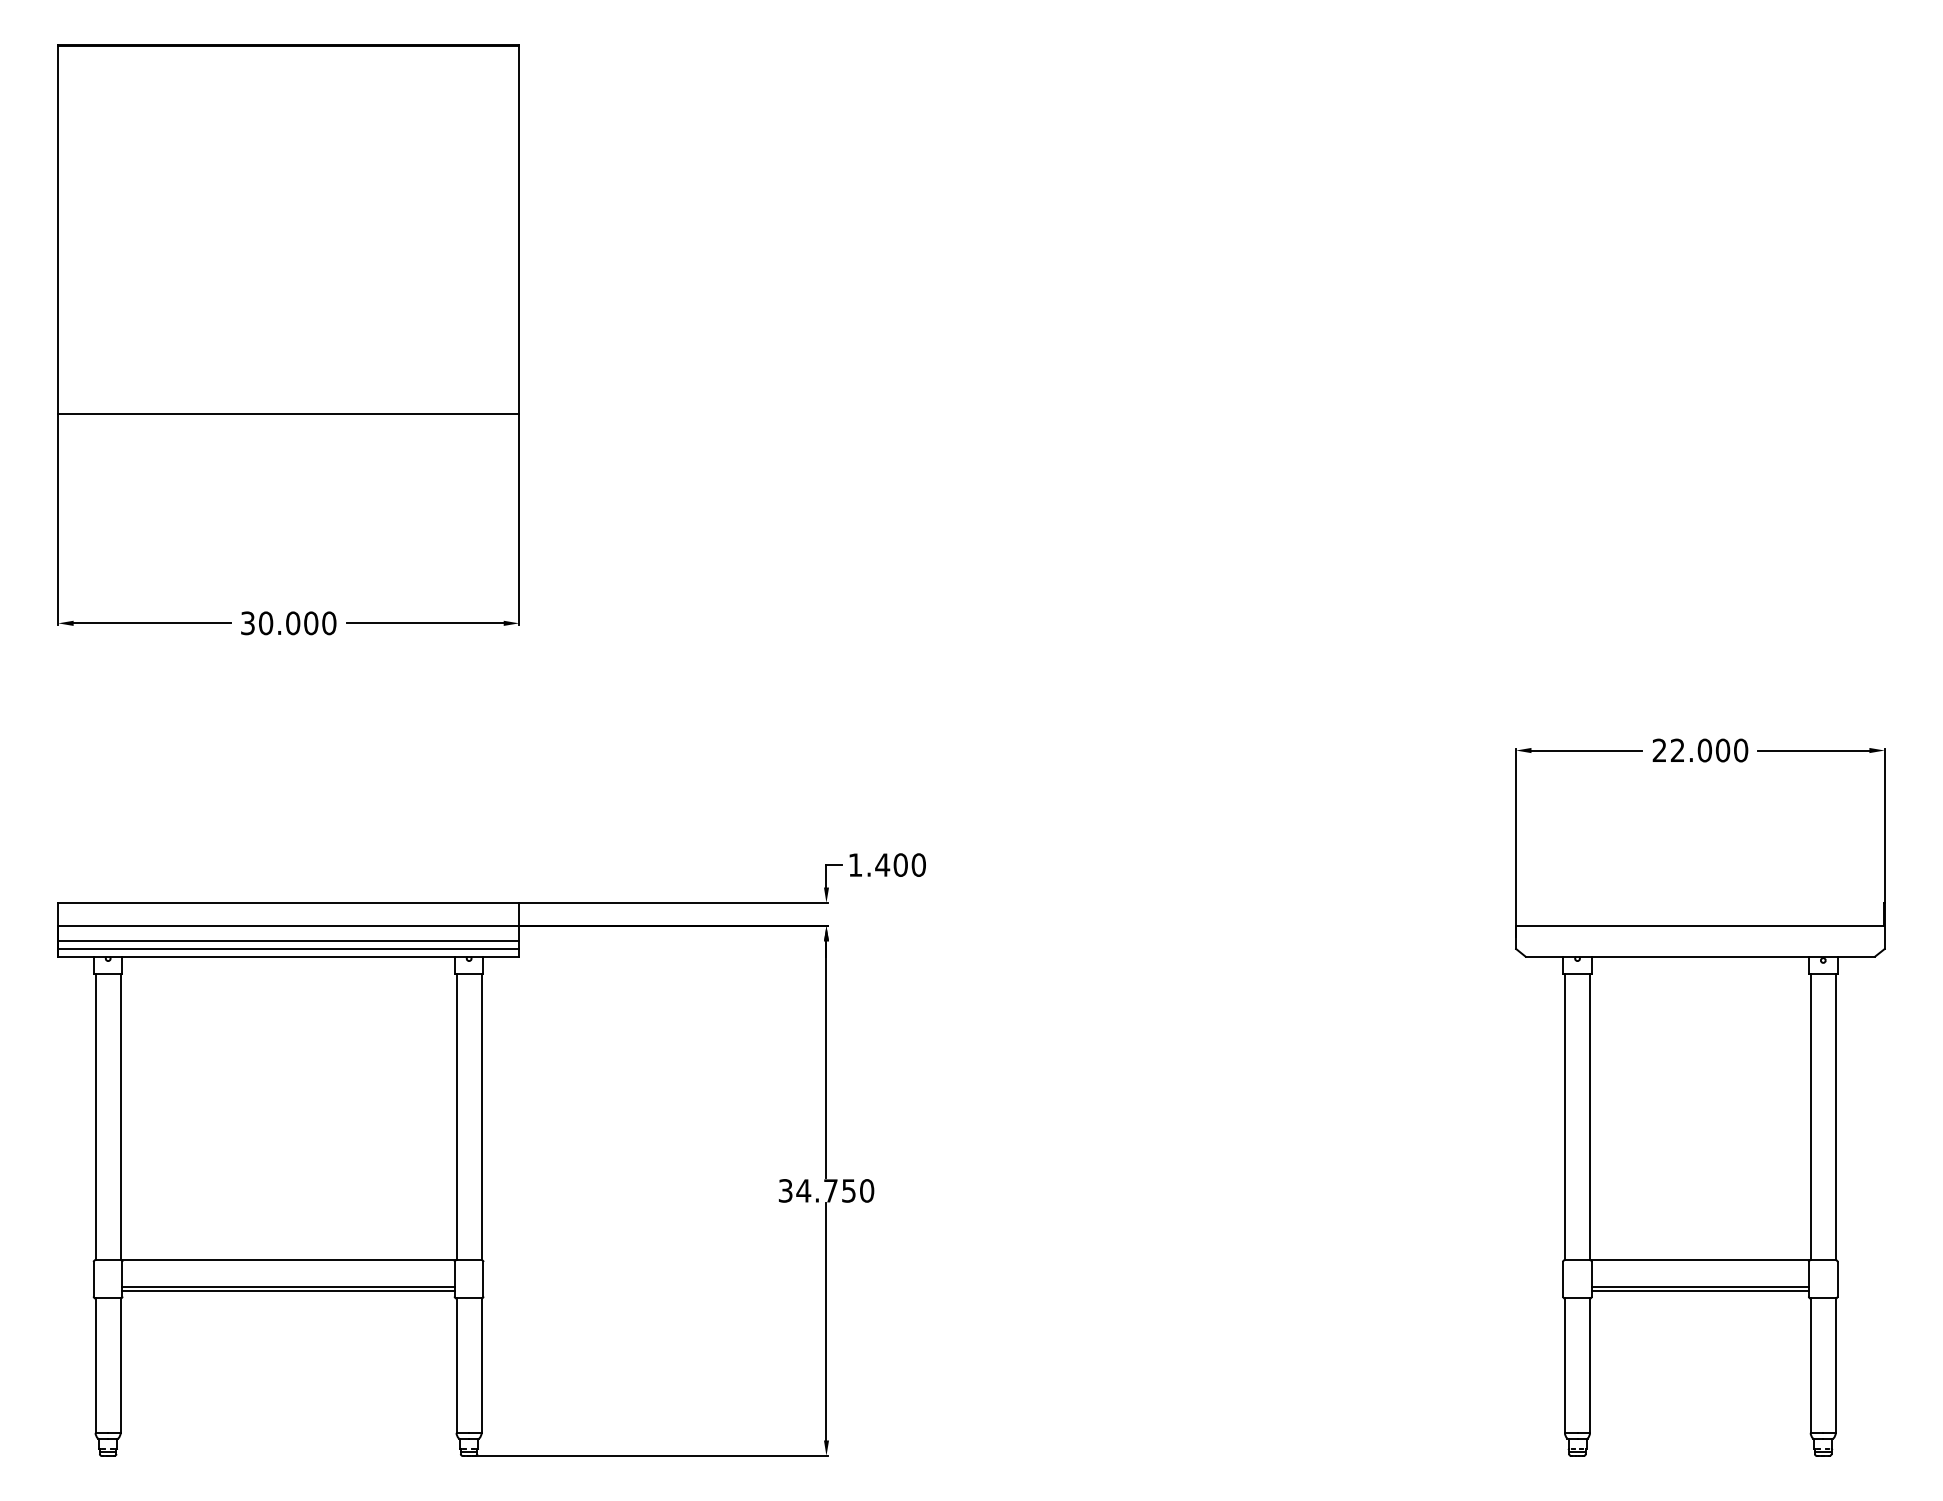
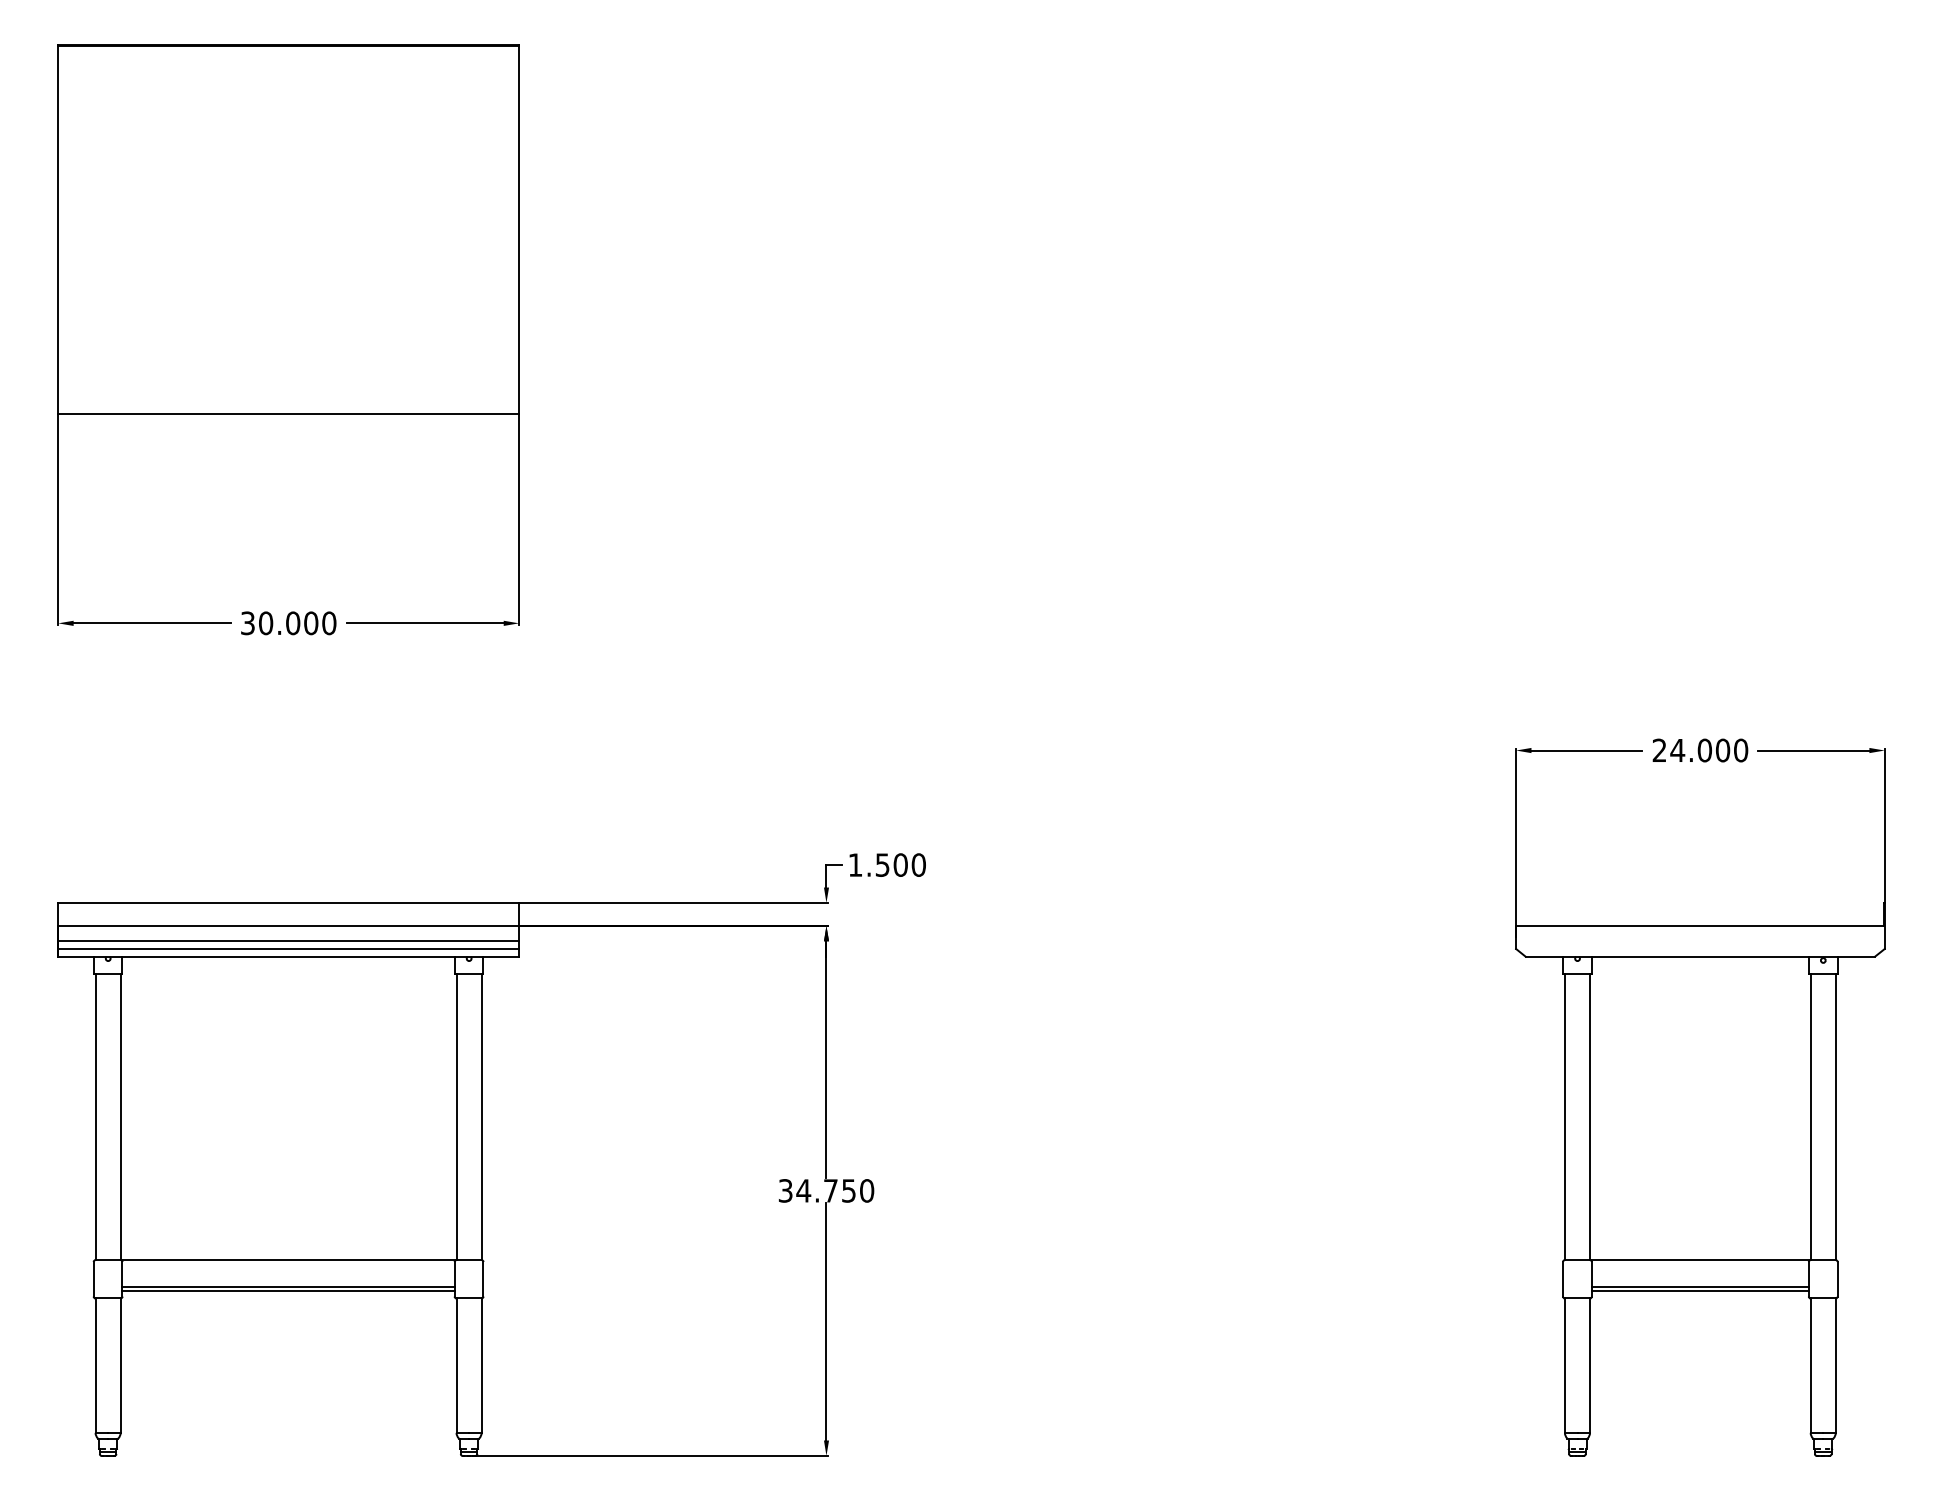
text at (1677, 749): 22.000 -> 24.000
text at (882, 864): 1.400 -> 1.500
